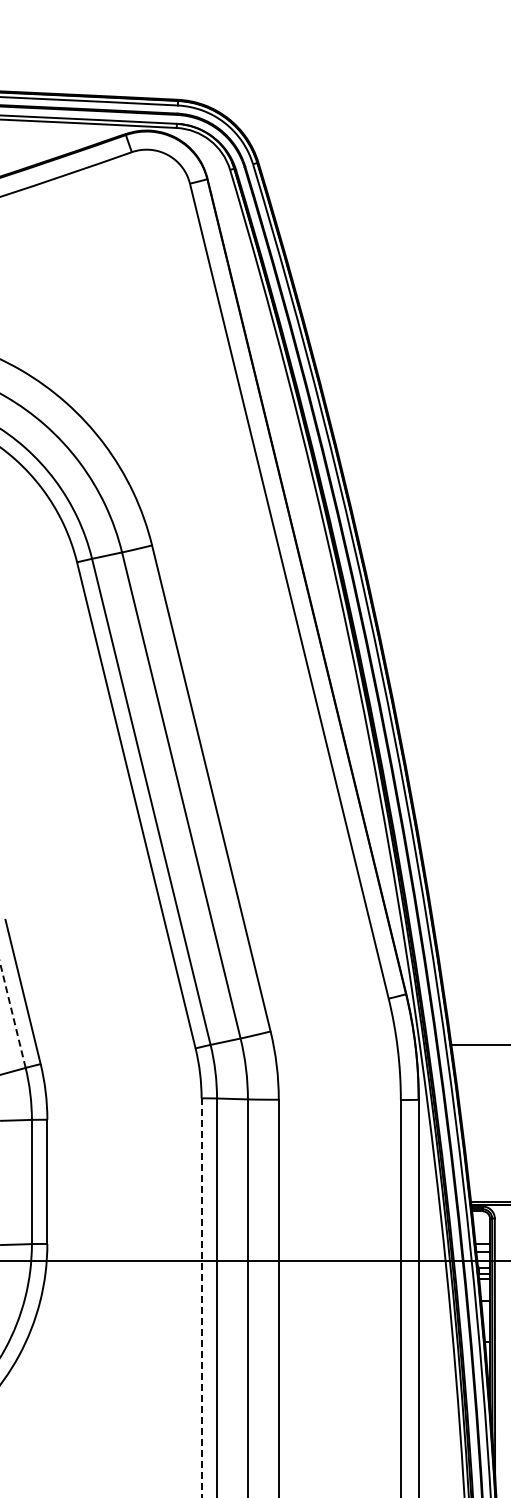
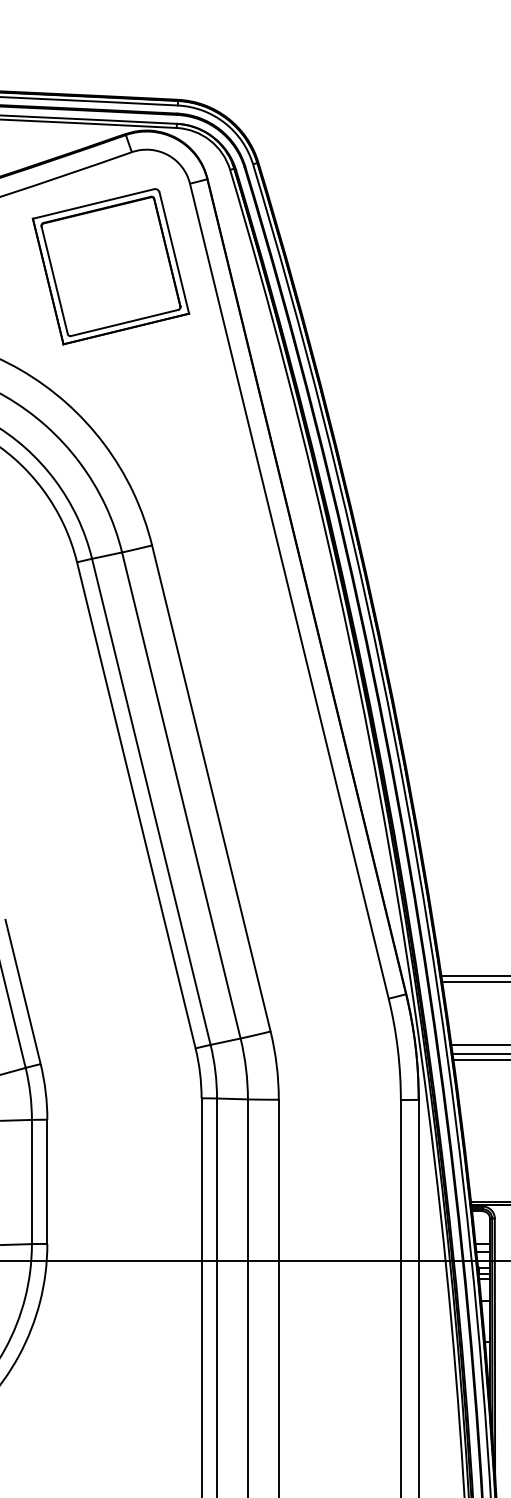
part at (110, 266): none -> present
line at (473, 975): none -> present
line at (474, 981): none -> present
line at (12, 1015): dashed -> solid
line at (479, 1054): none -> present
line at (480, 1059): none -> present
line at (201, 1298): dashed -> solid
